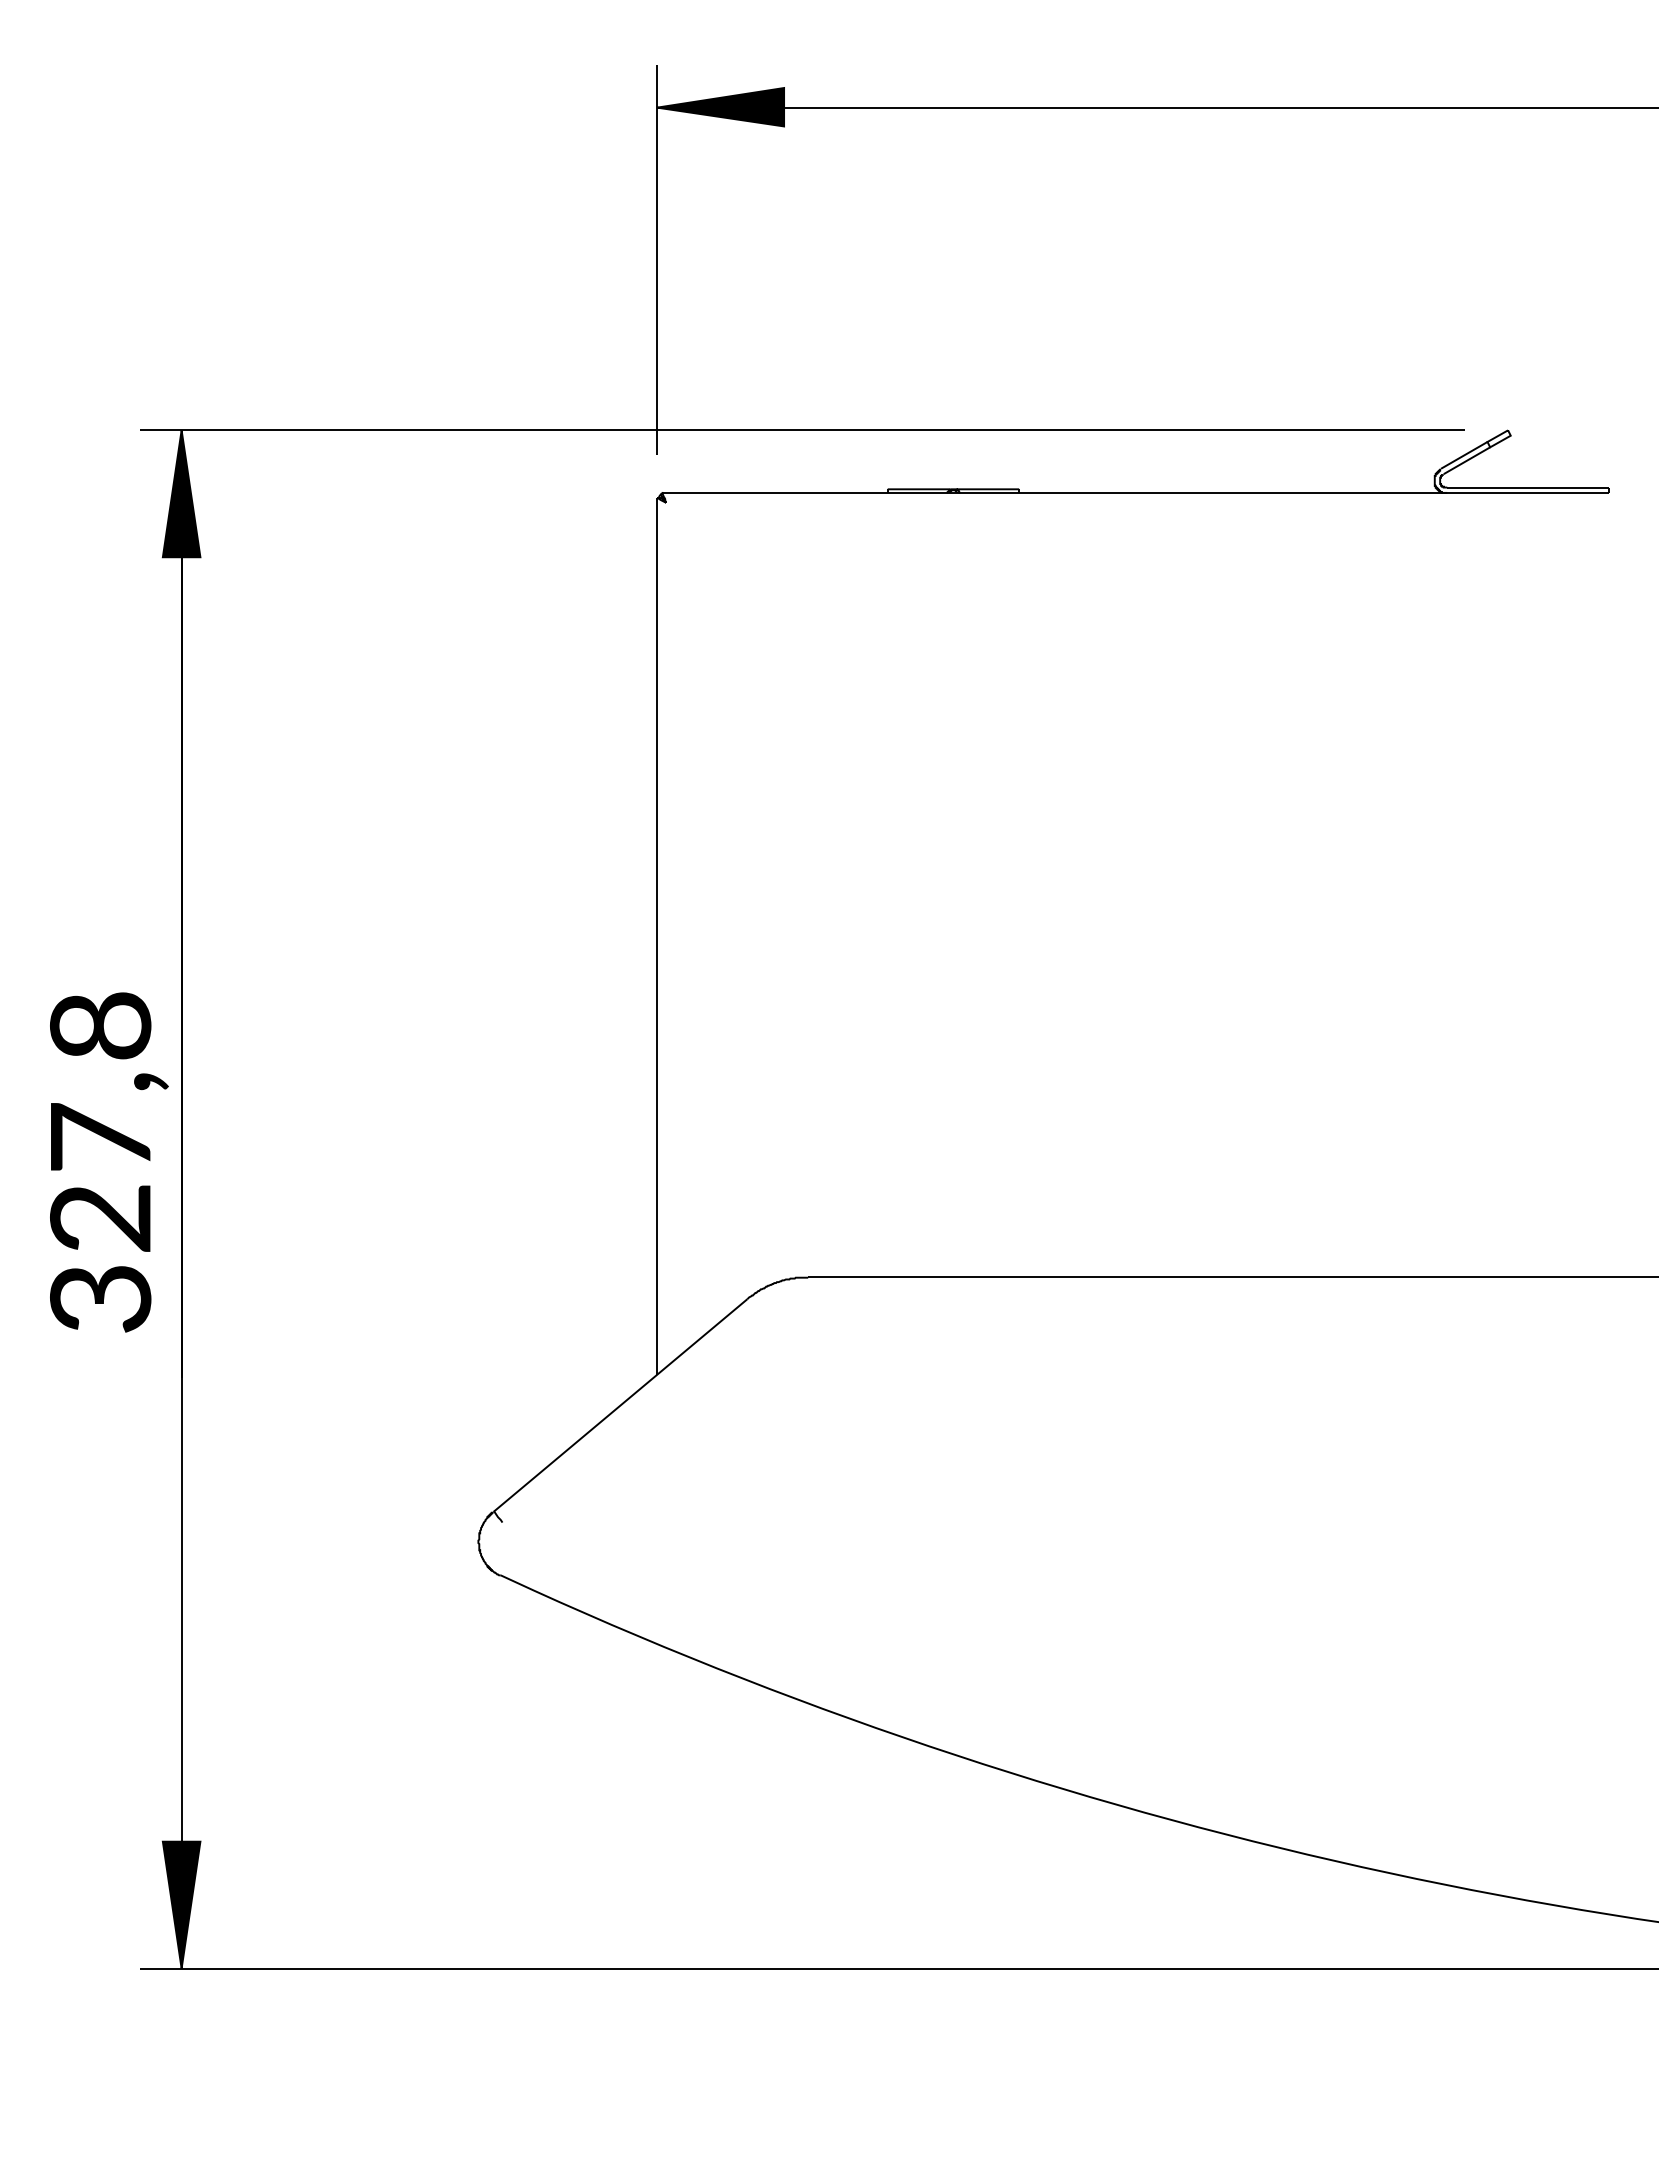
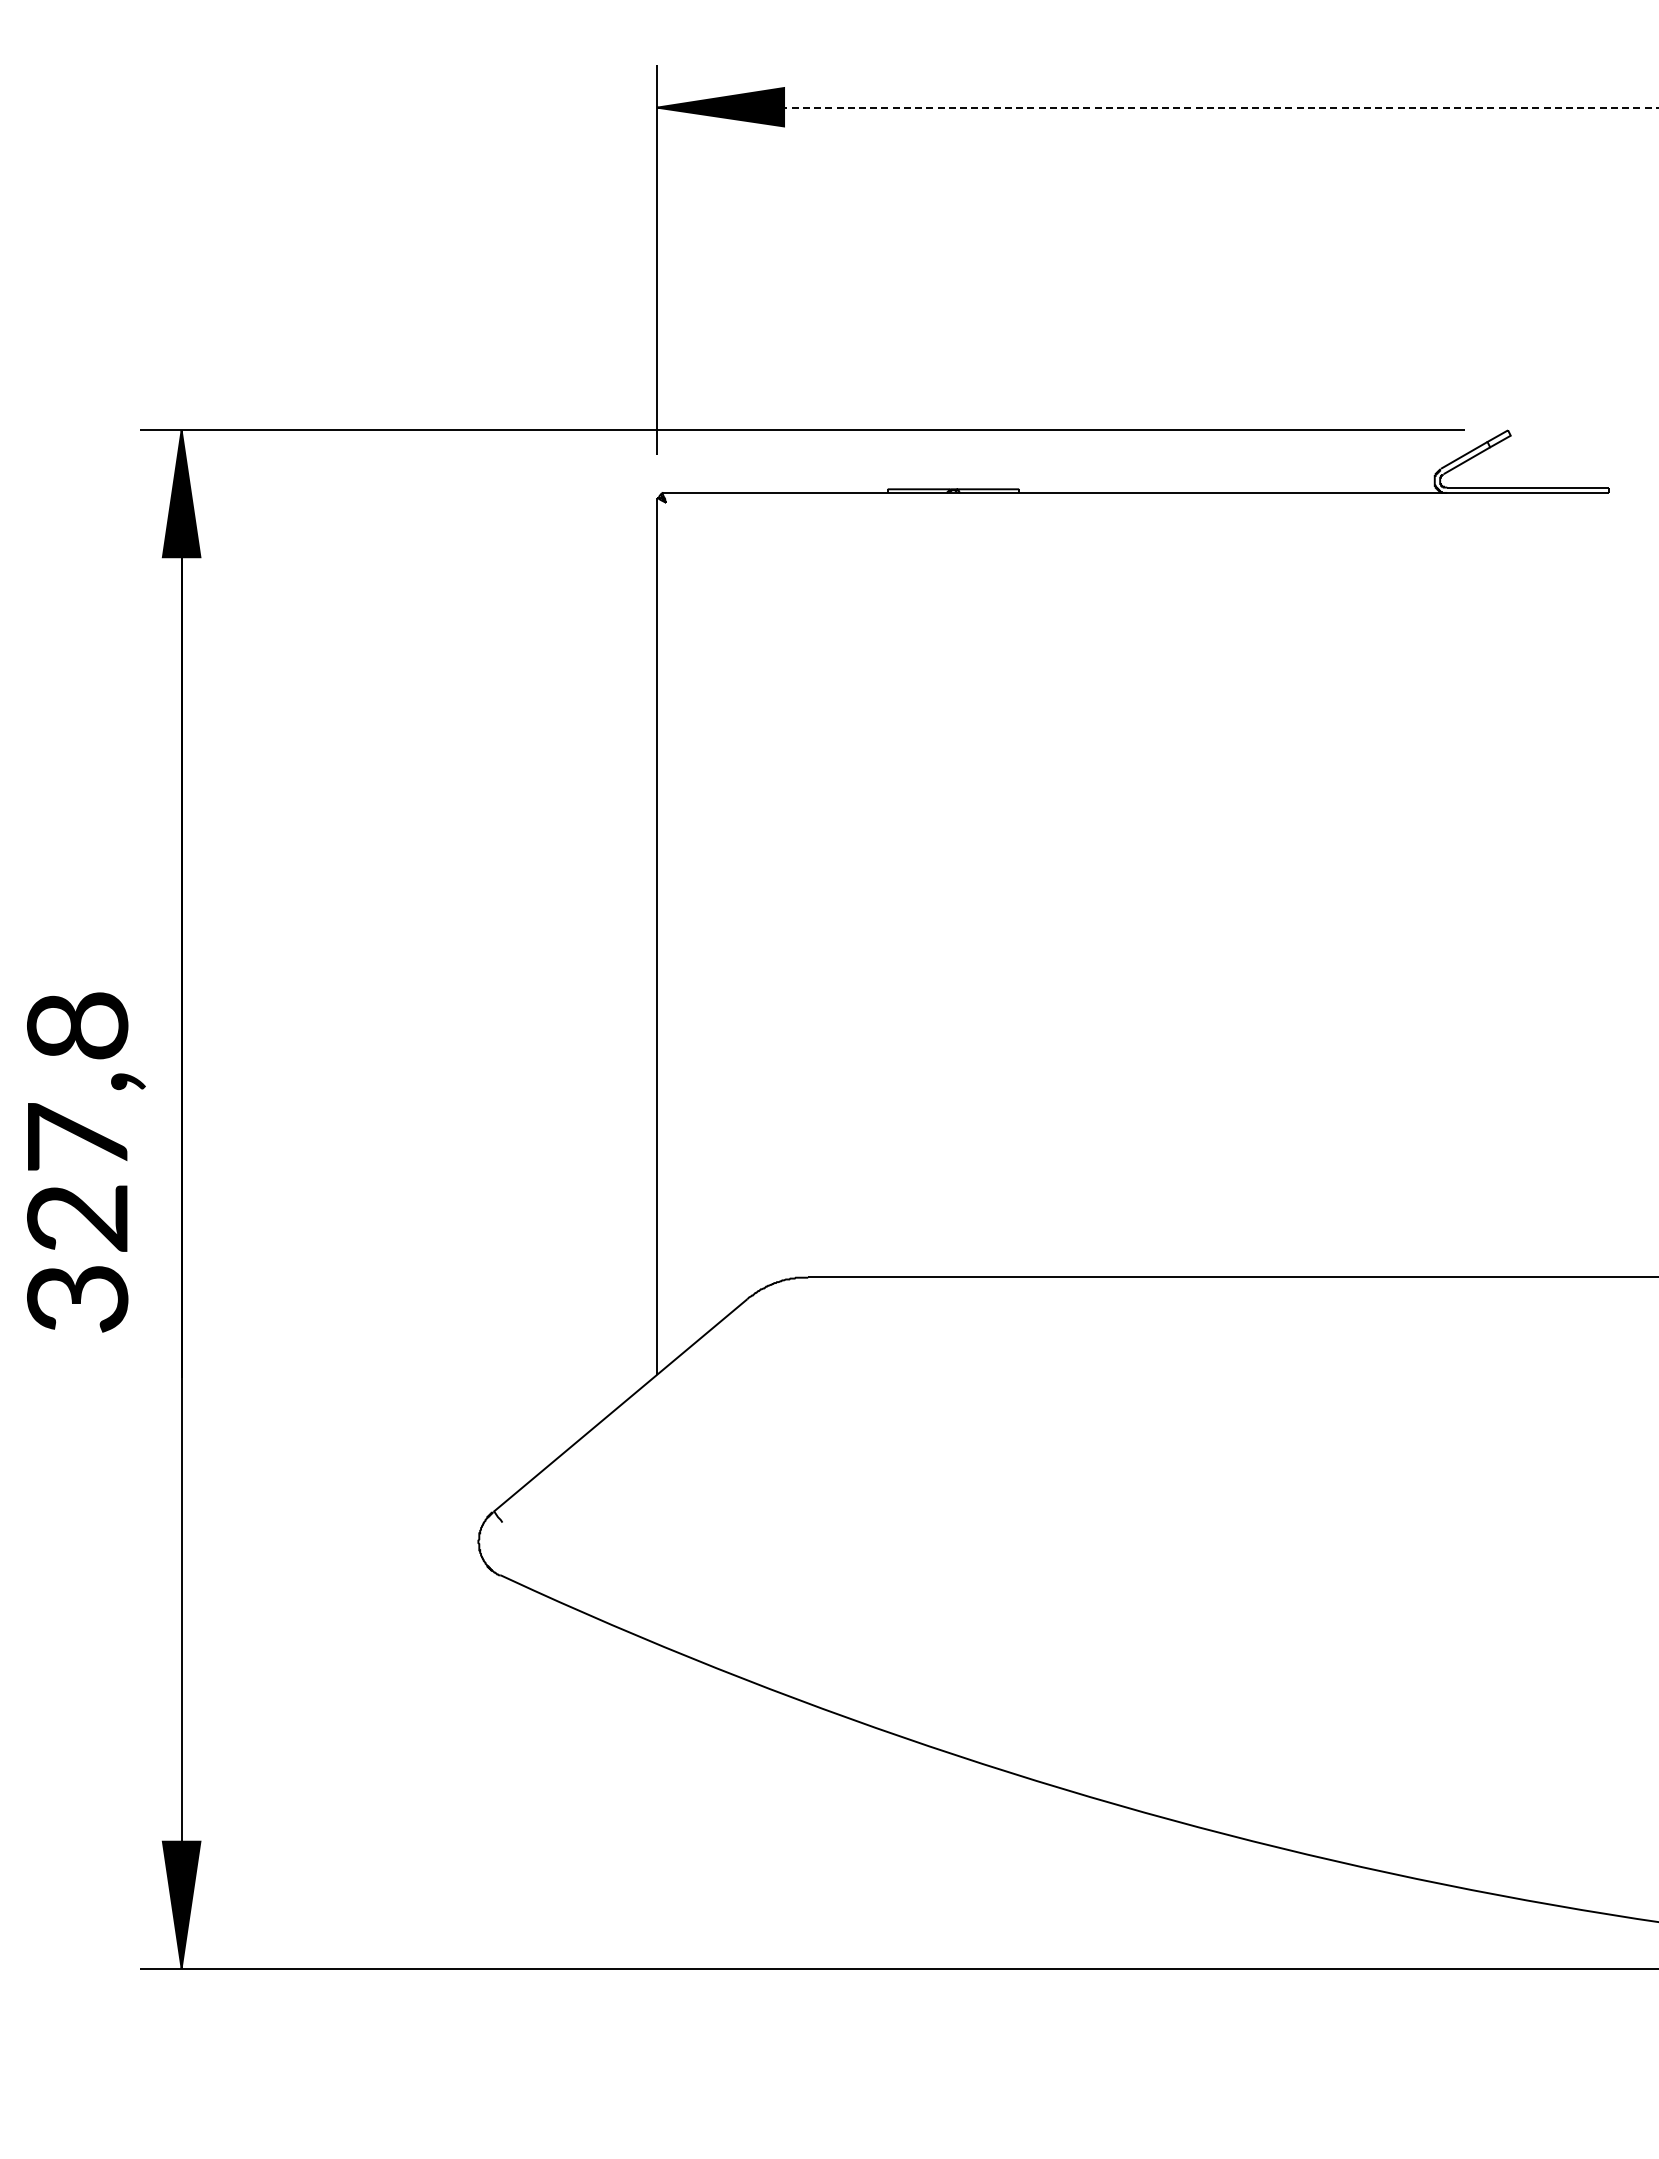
line at (1157, 107): solid -> dashed
text at (109, 1162) position: (109, 1162) -> (86, 1162)
